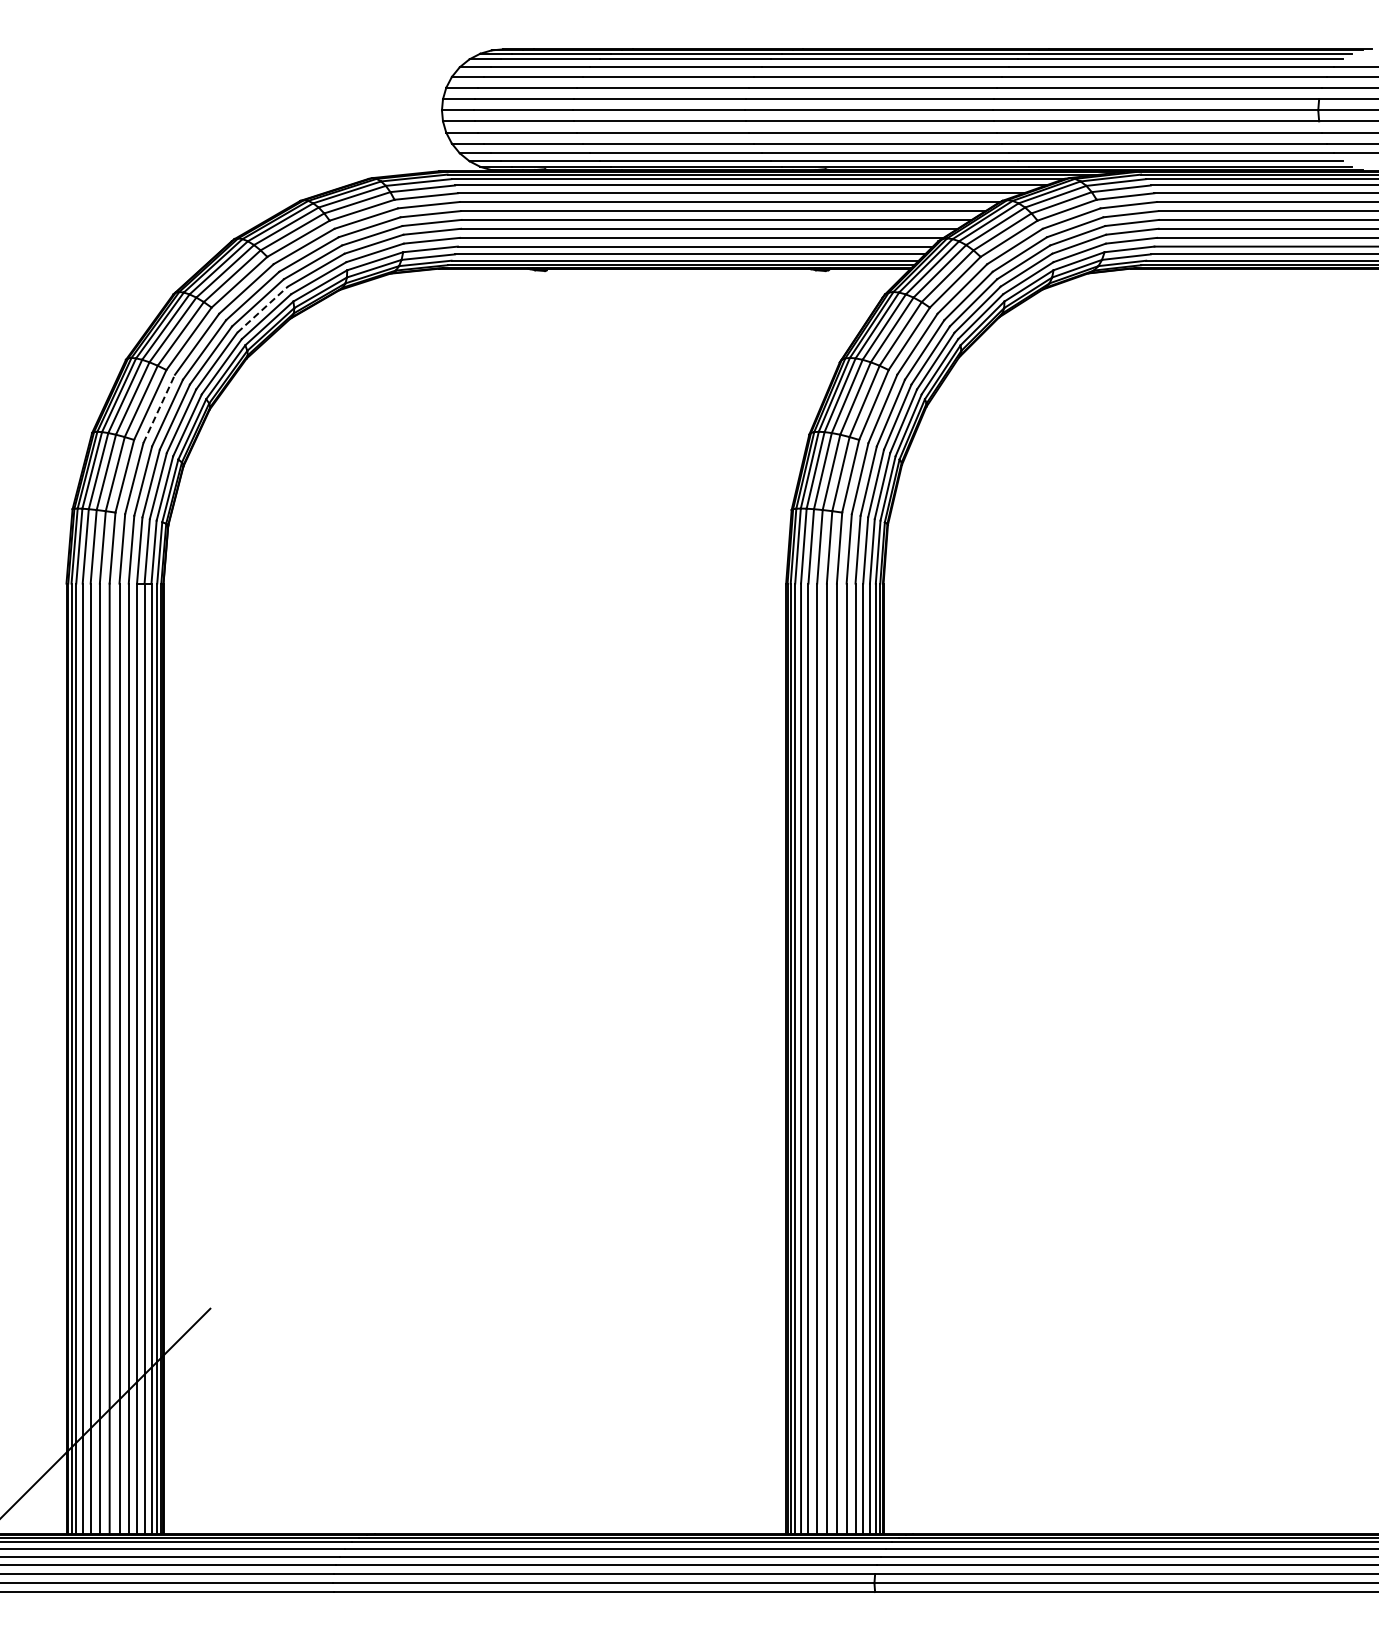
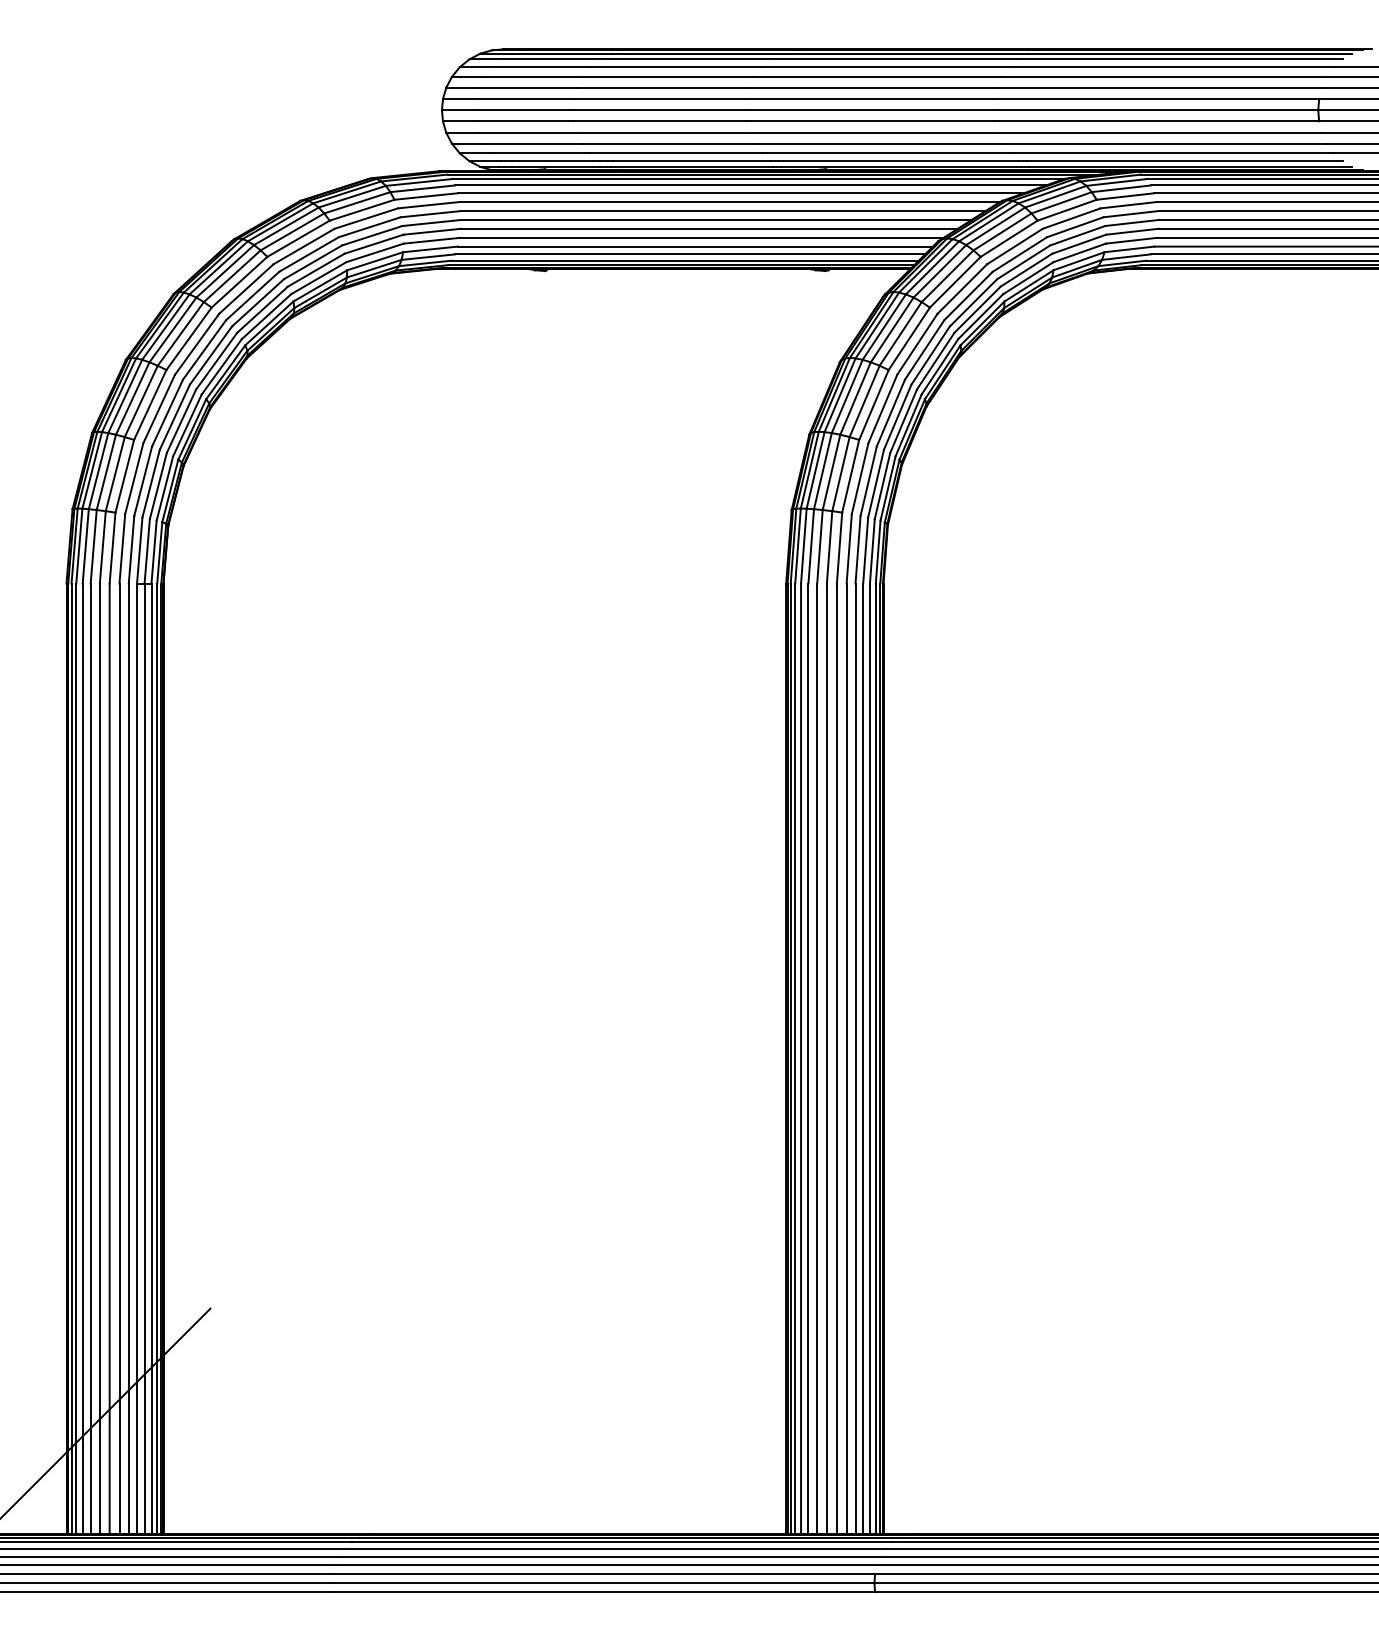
line at (262, 309): dashed -> solid
line at (159, 408): dashed -> solid
